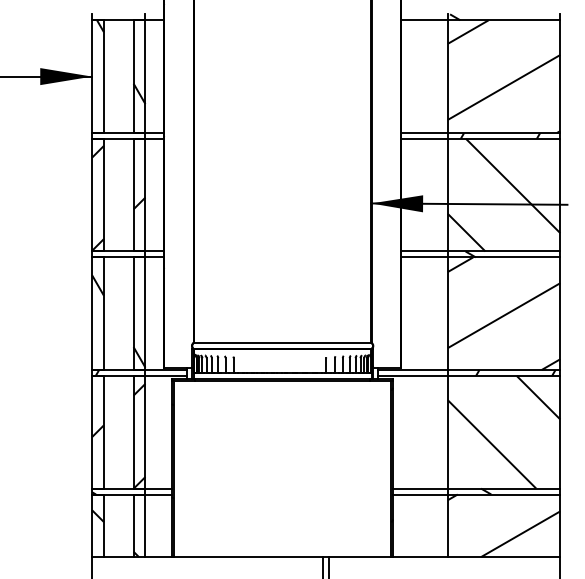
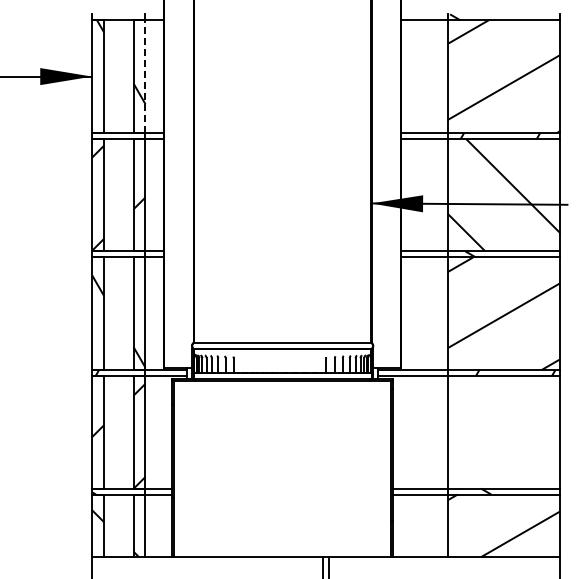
line at (145, 76): solid -> dashed
hatch at (503, 431): present -> none
